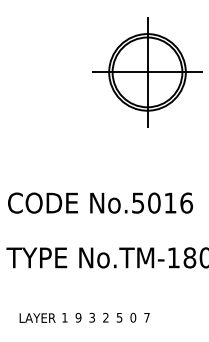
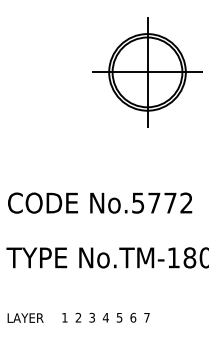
text at (170, 202): No.5016 -> No.5772
text at (37, 317) position: (37, 317) -> (25, 317)
text at (78, 317): 9 -> 2
text at (105, 317): 2 -> 4
text at (133, 317): 0 -> 6
